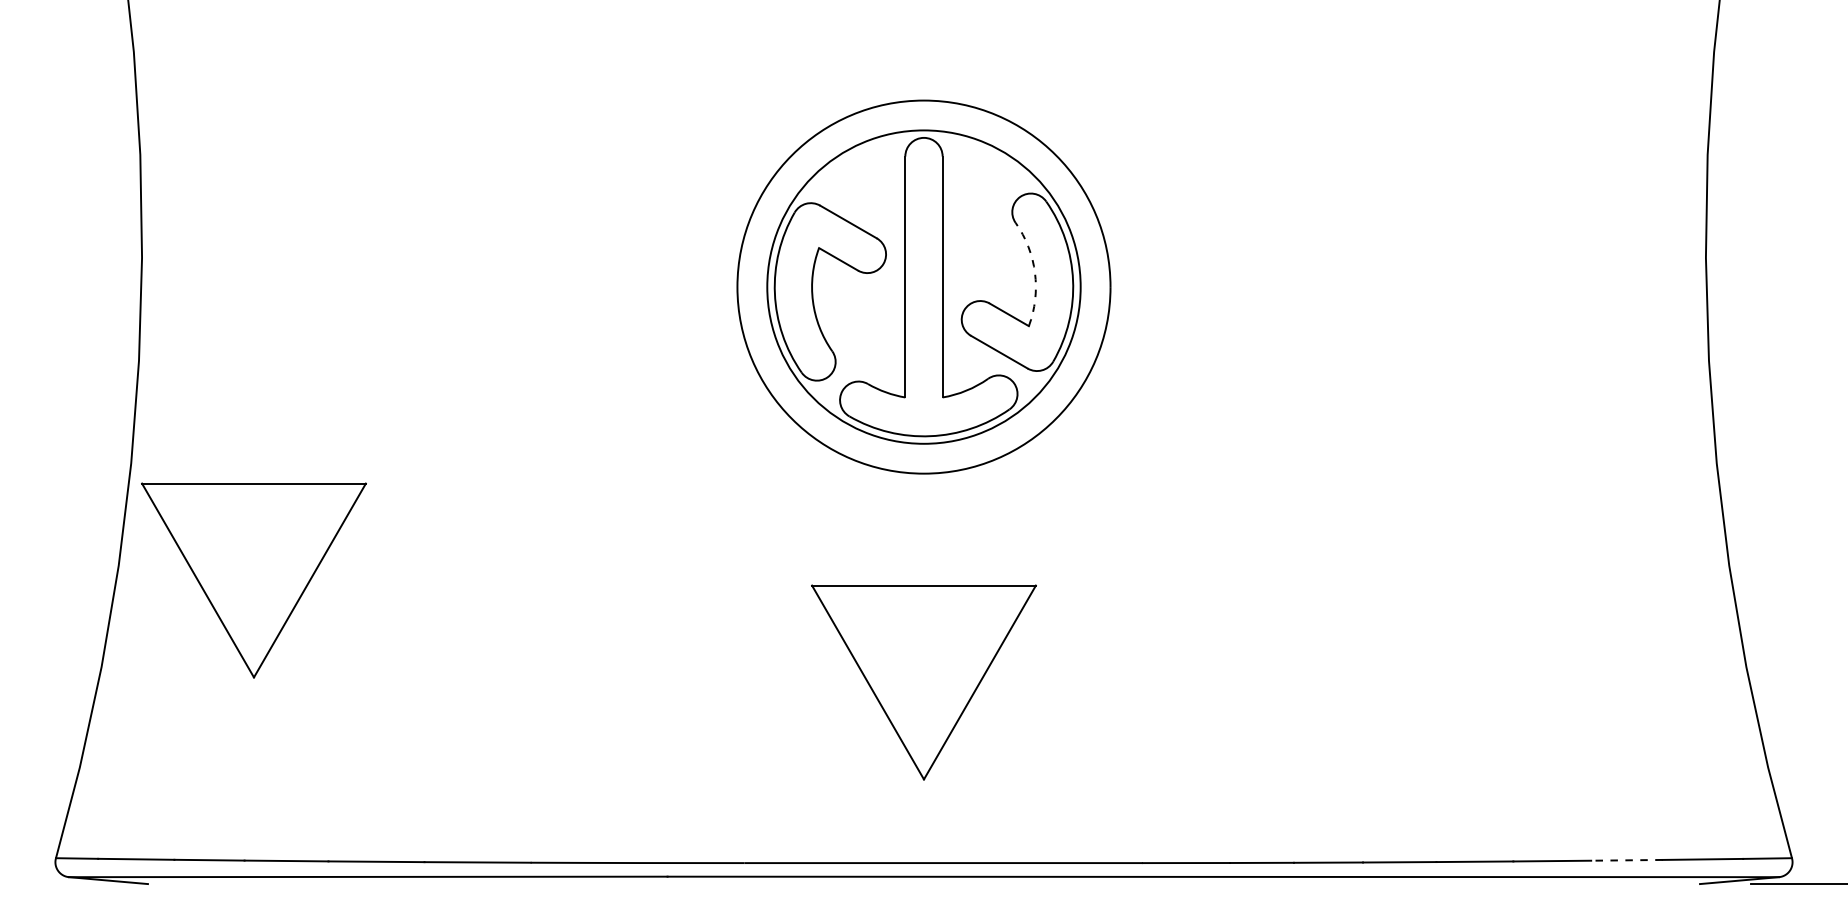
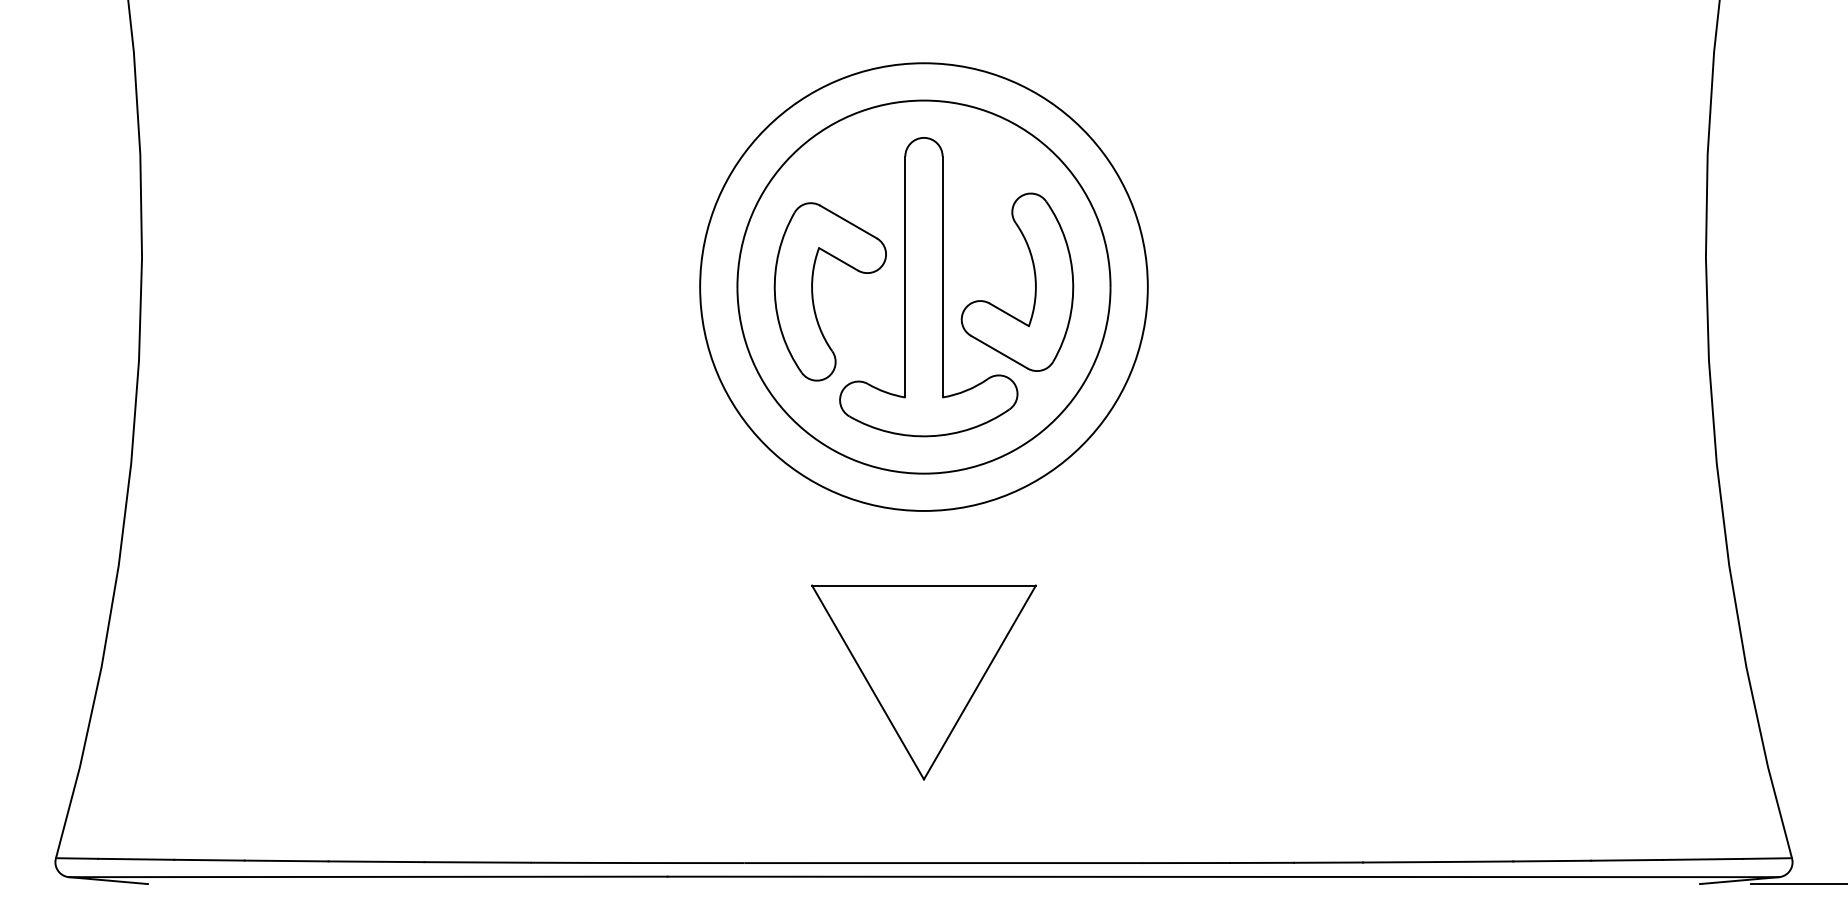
arc at (1035, 272): dashed -> solid
circle at (923, 286) diameter: 313 px -> 448 px
part at (253, 580): present -> none
line at (1626, 860): dashed -> solid
